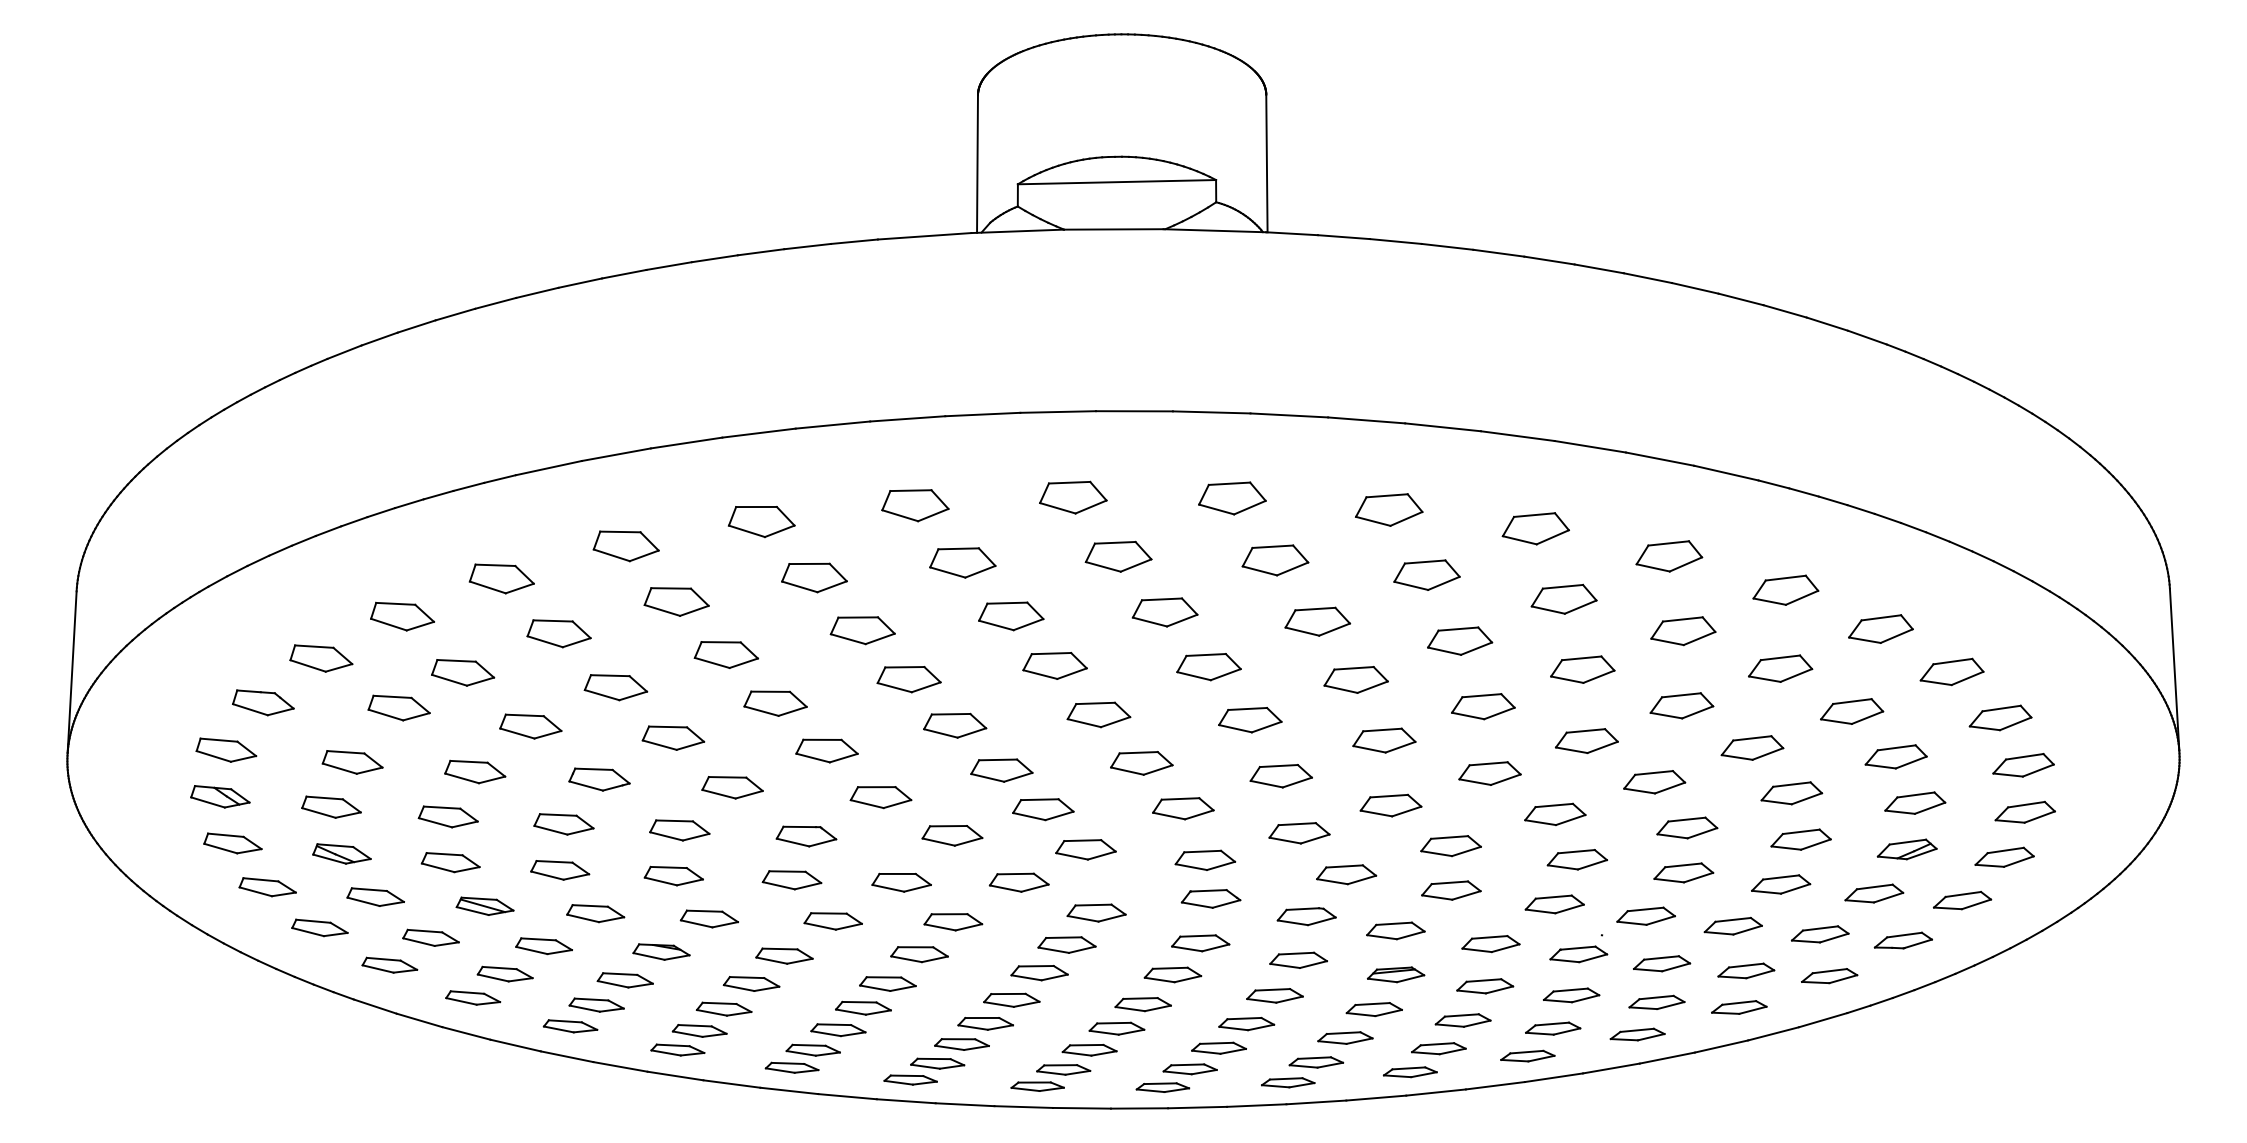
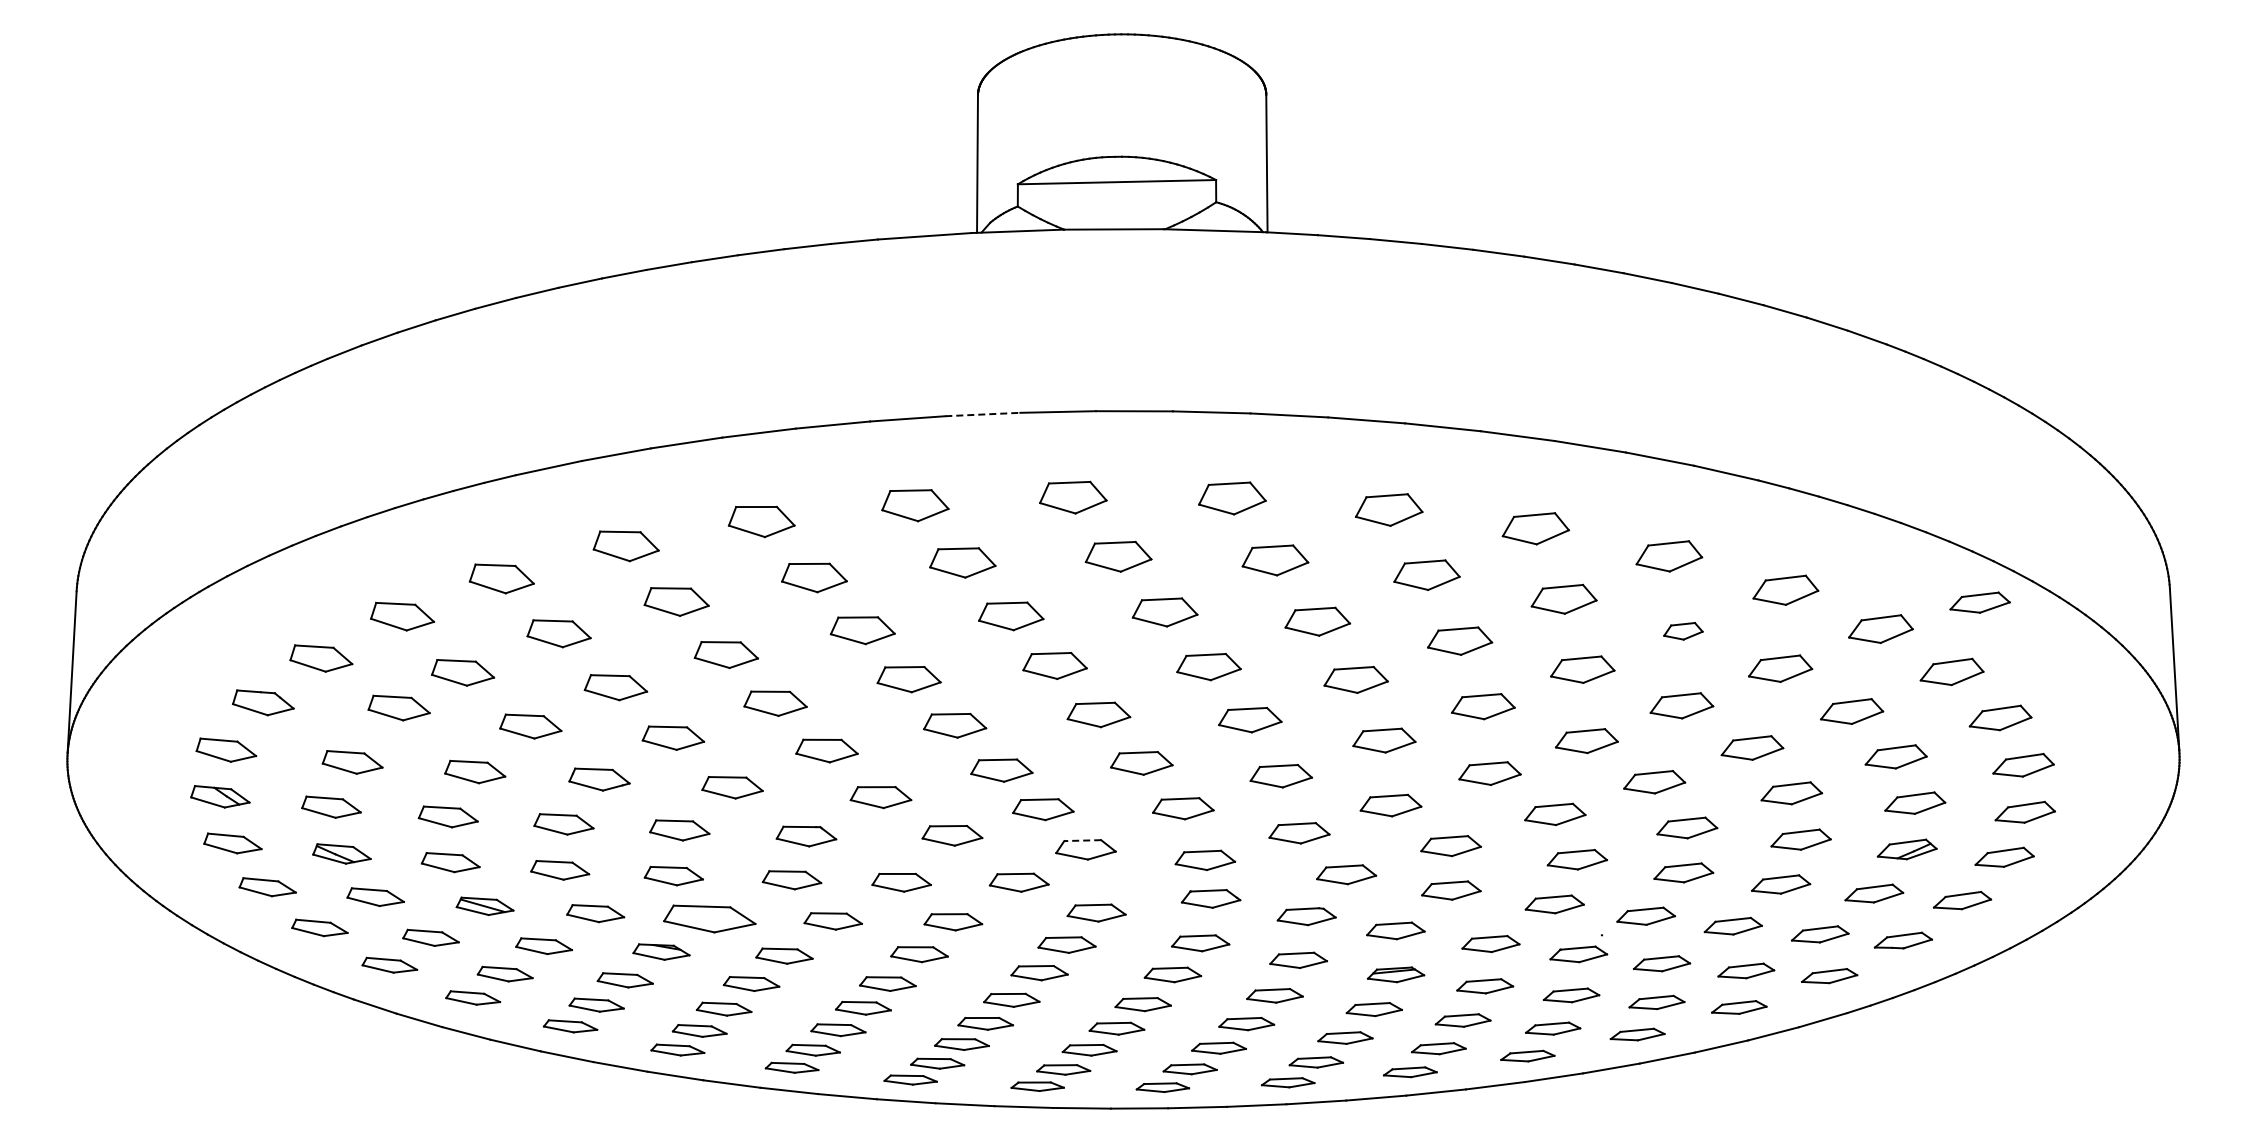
line at (982, 414): solid -> dashed
part at (1979, 602): none -> present
part at (1683, 631) size: 67x31 px -> 41x19 px
line at (1082, 840): solid -> dashed
part at (708, 918) size: 60x20 px -> 94x30 px
